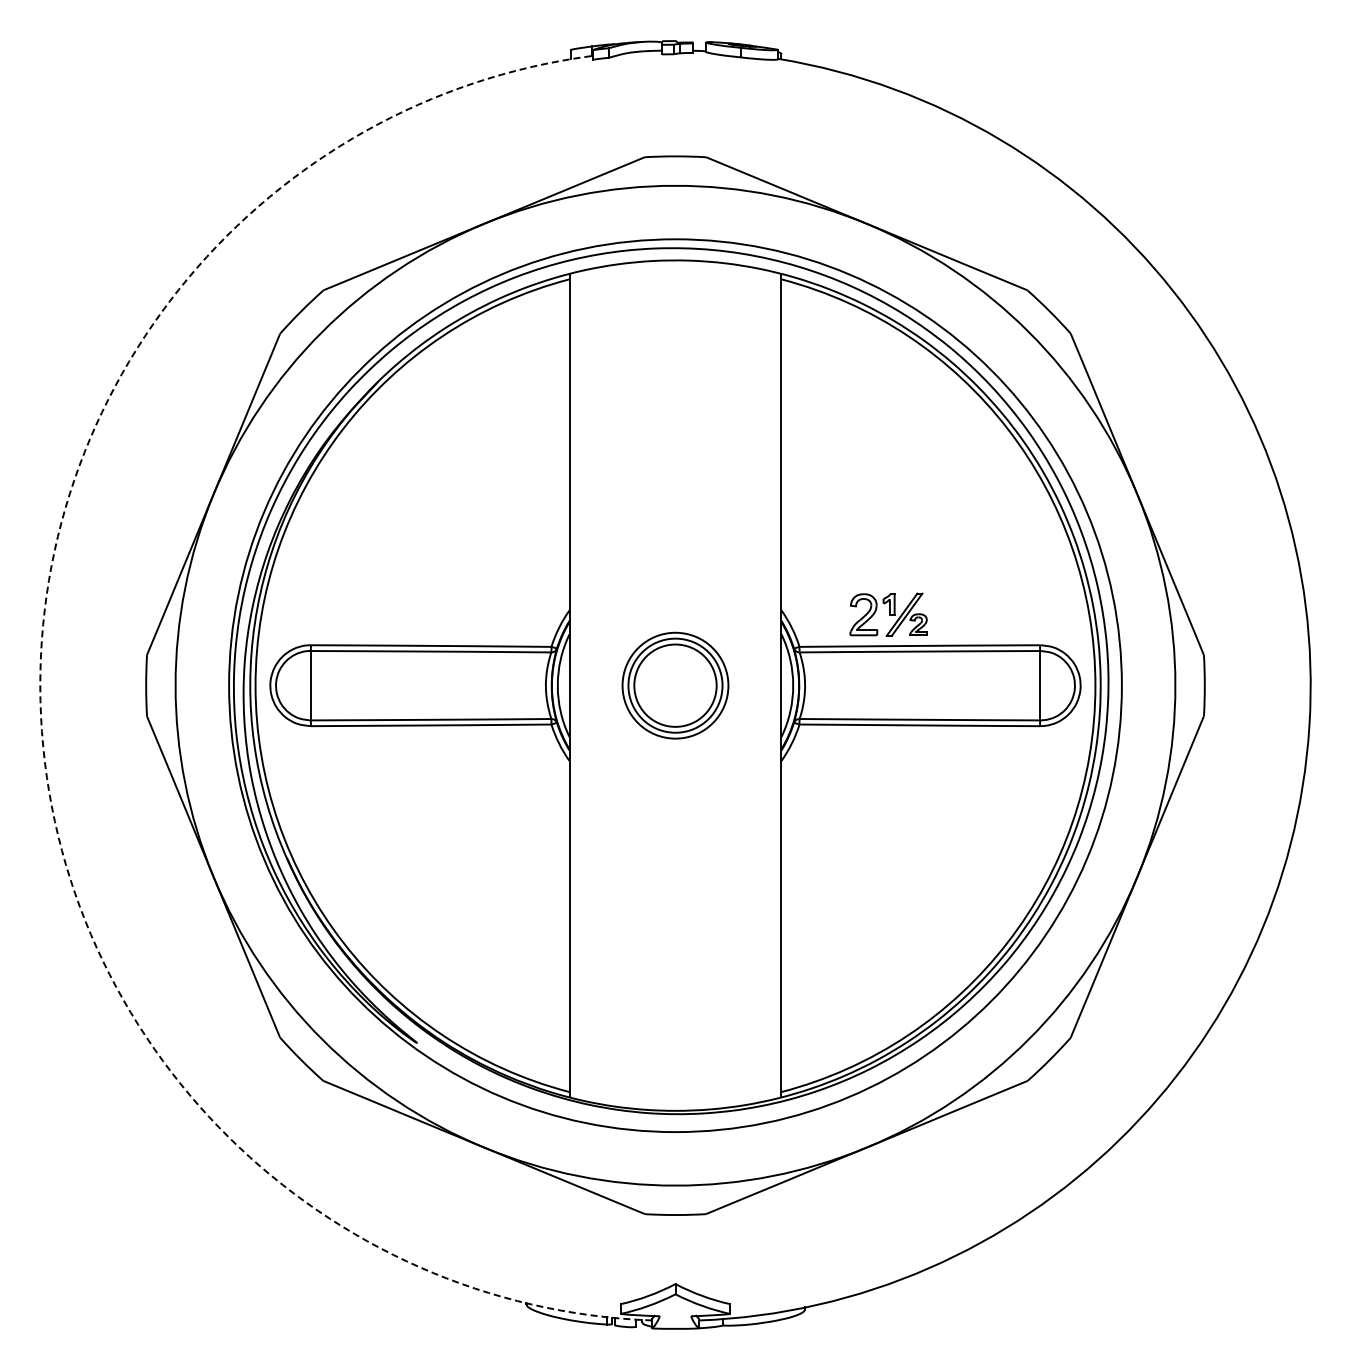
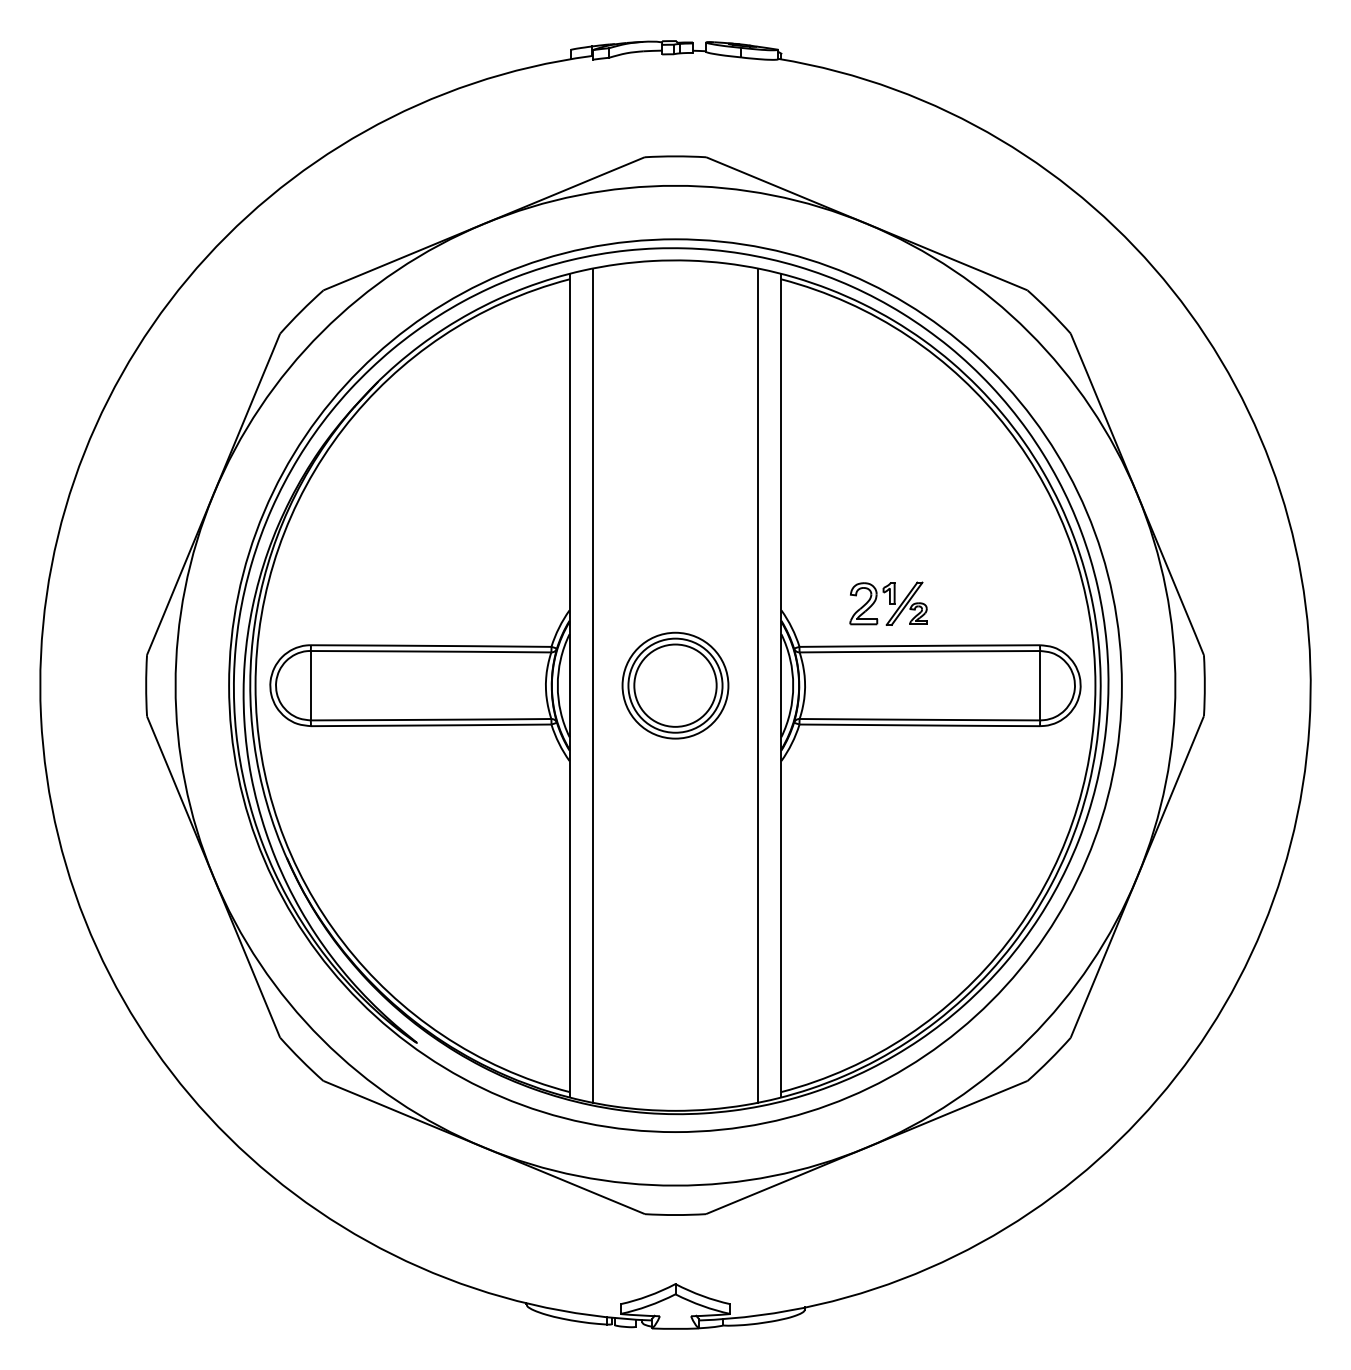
part at (888, 614) position: (888, 614) -> (888, 603)
line at (593, 685): none -> present
line at (757, 685): none -> present
arc at (41, 716): dashed -> solid
